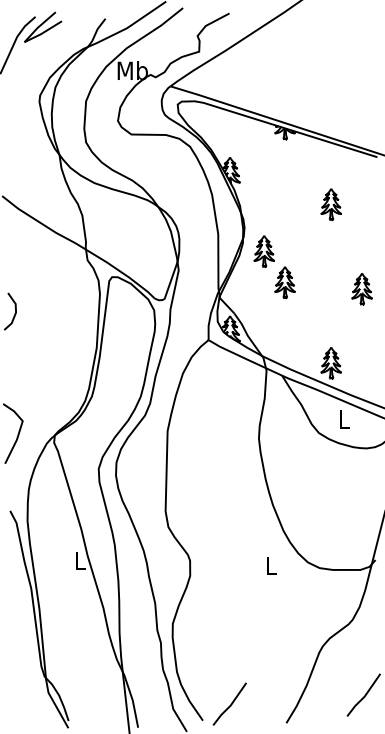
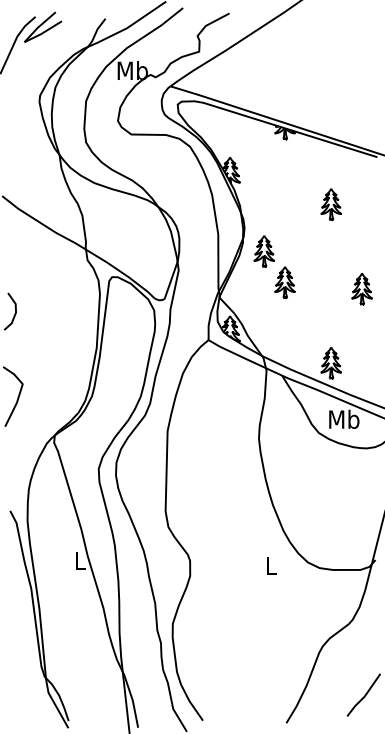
text at (344, 418): L -> Mb
line at (17, 434) position: (17, 434) -> (17, 397)
line at (230, 704): present -> none
